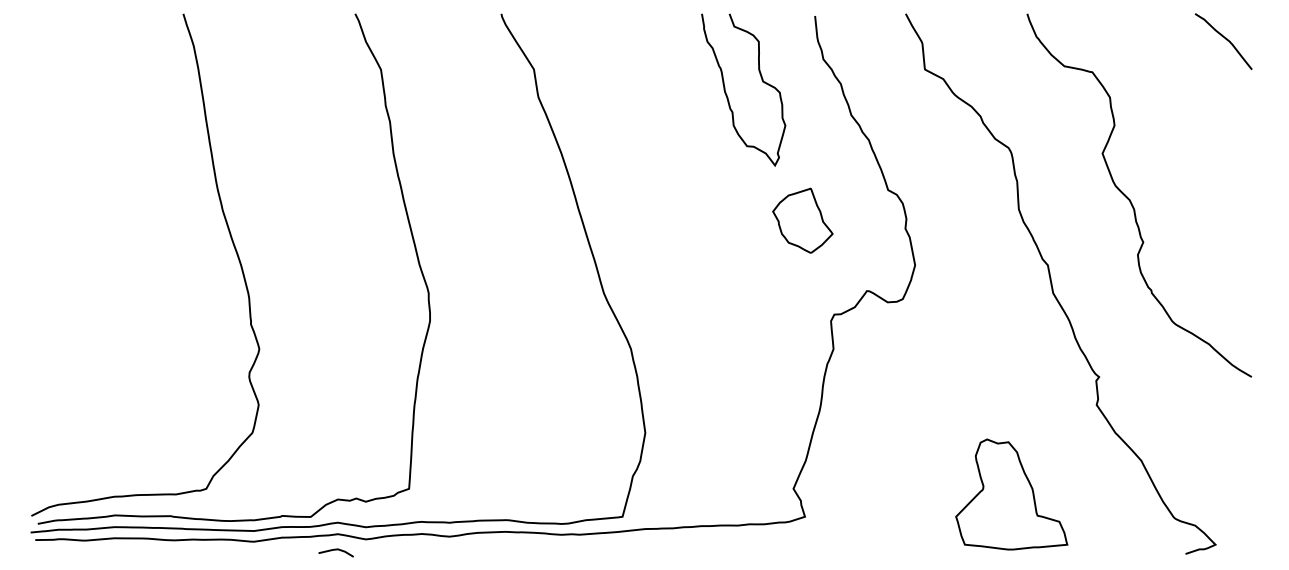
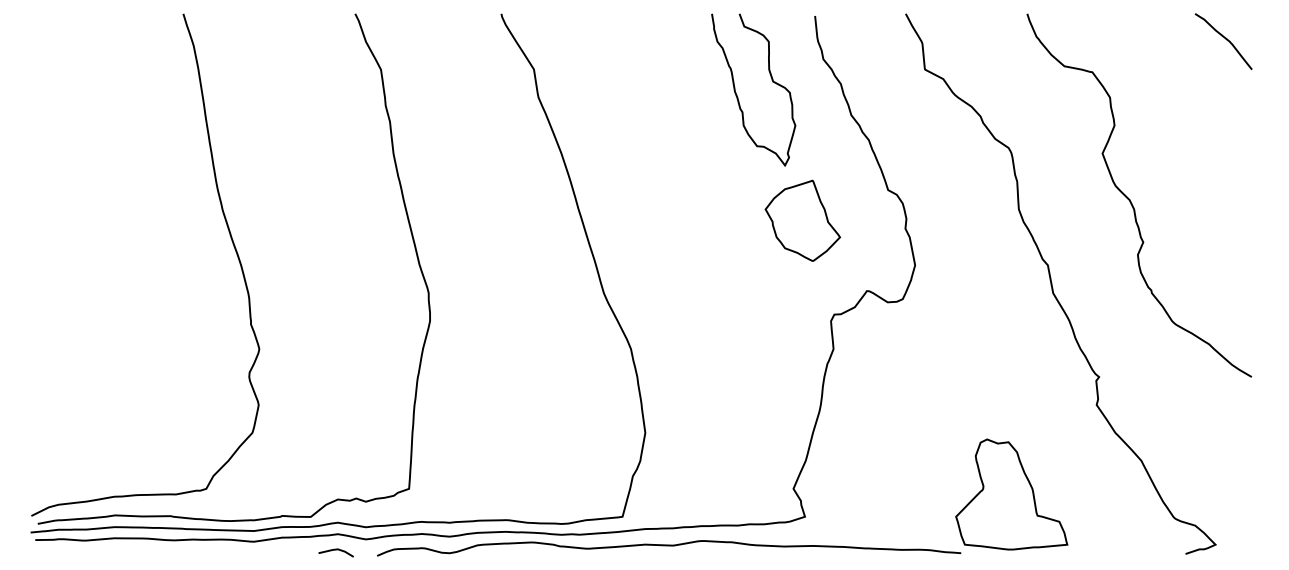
curve at (727, 94) position: (727, 94) -> (737, 94)
part at (802, 220) size: 62x67 px -> 78x83 px
curve at (669, 546): none -> present
